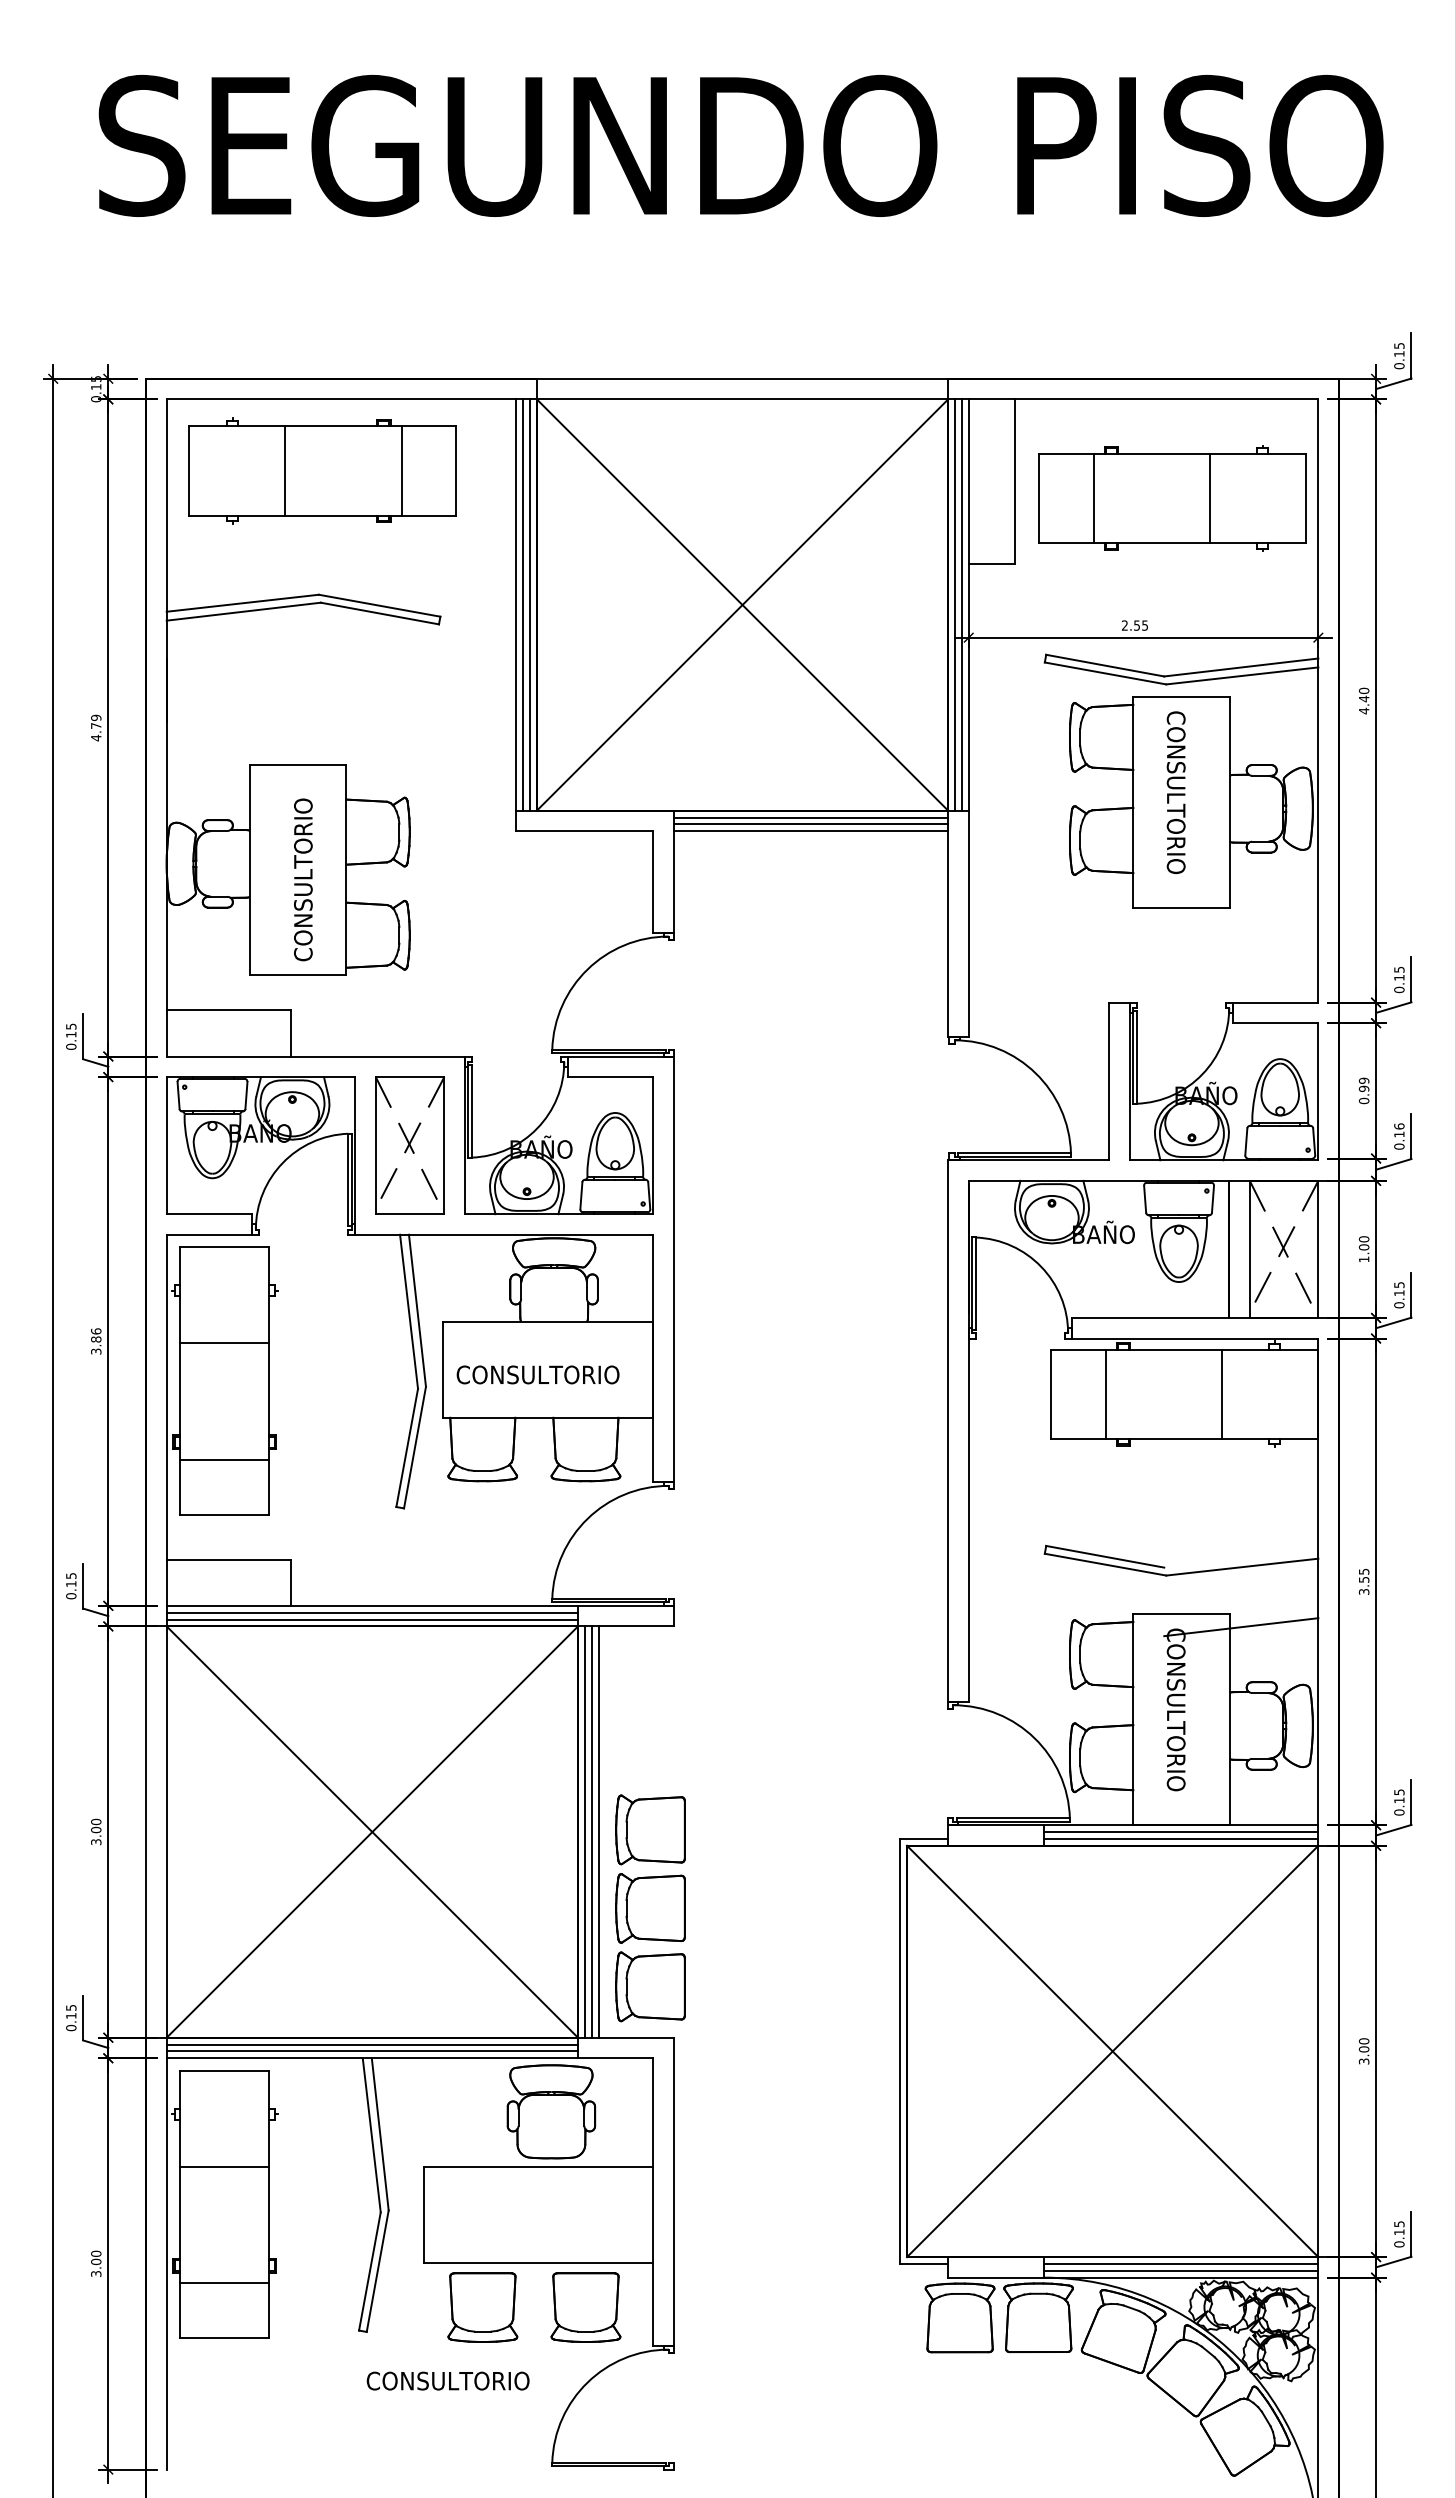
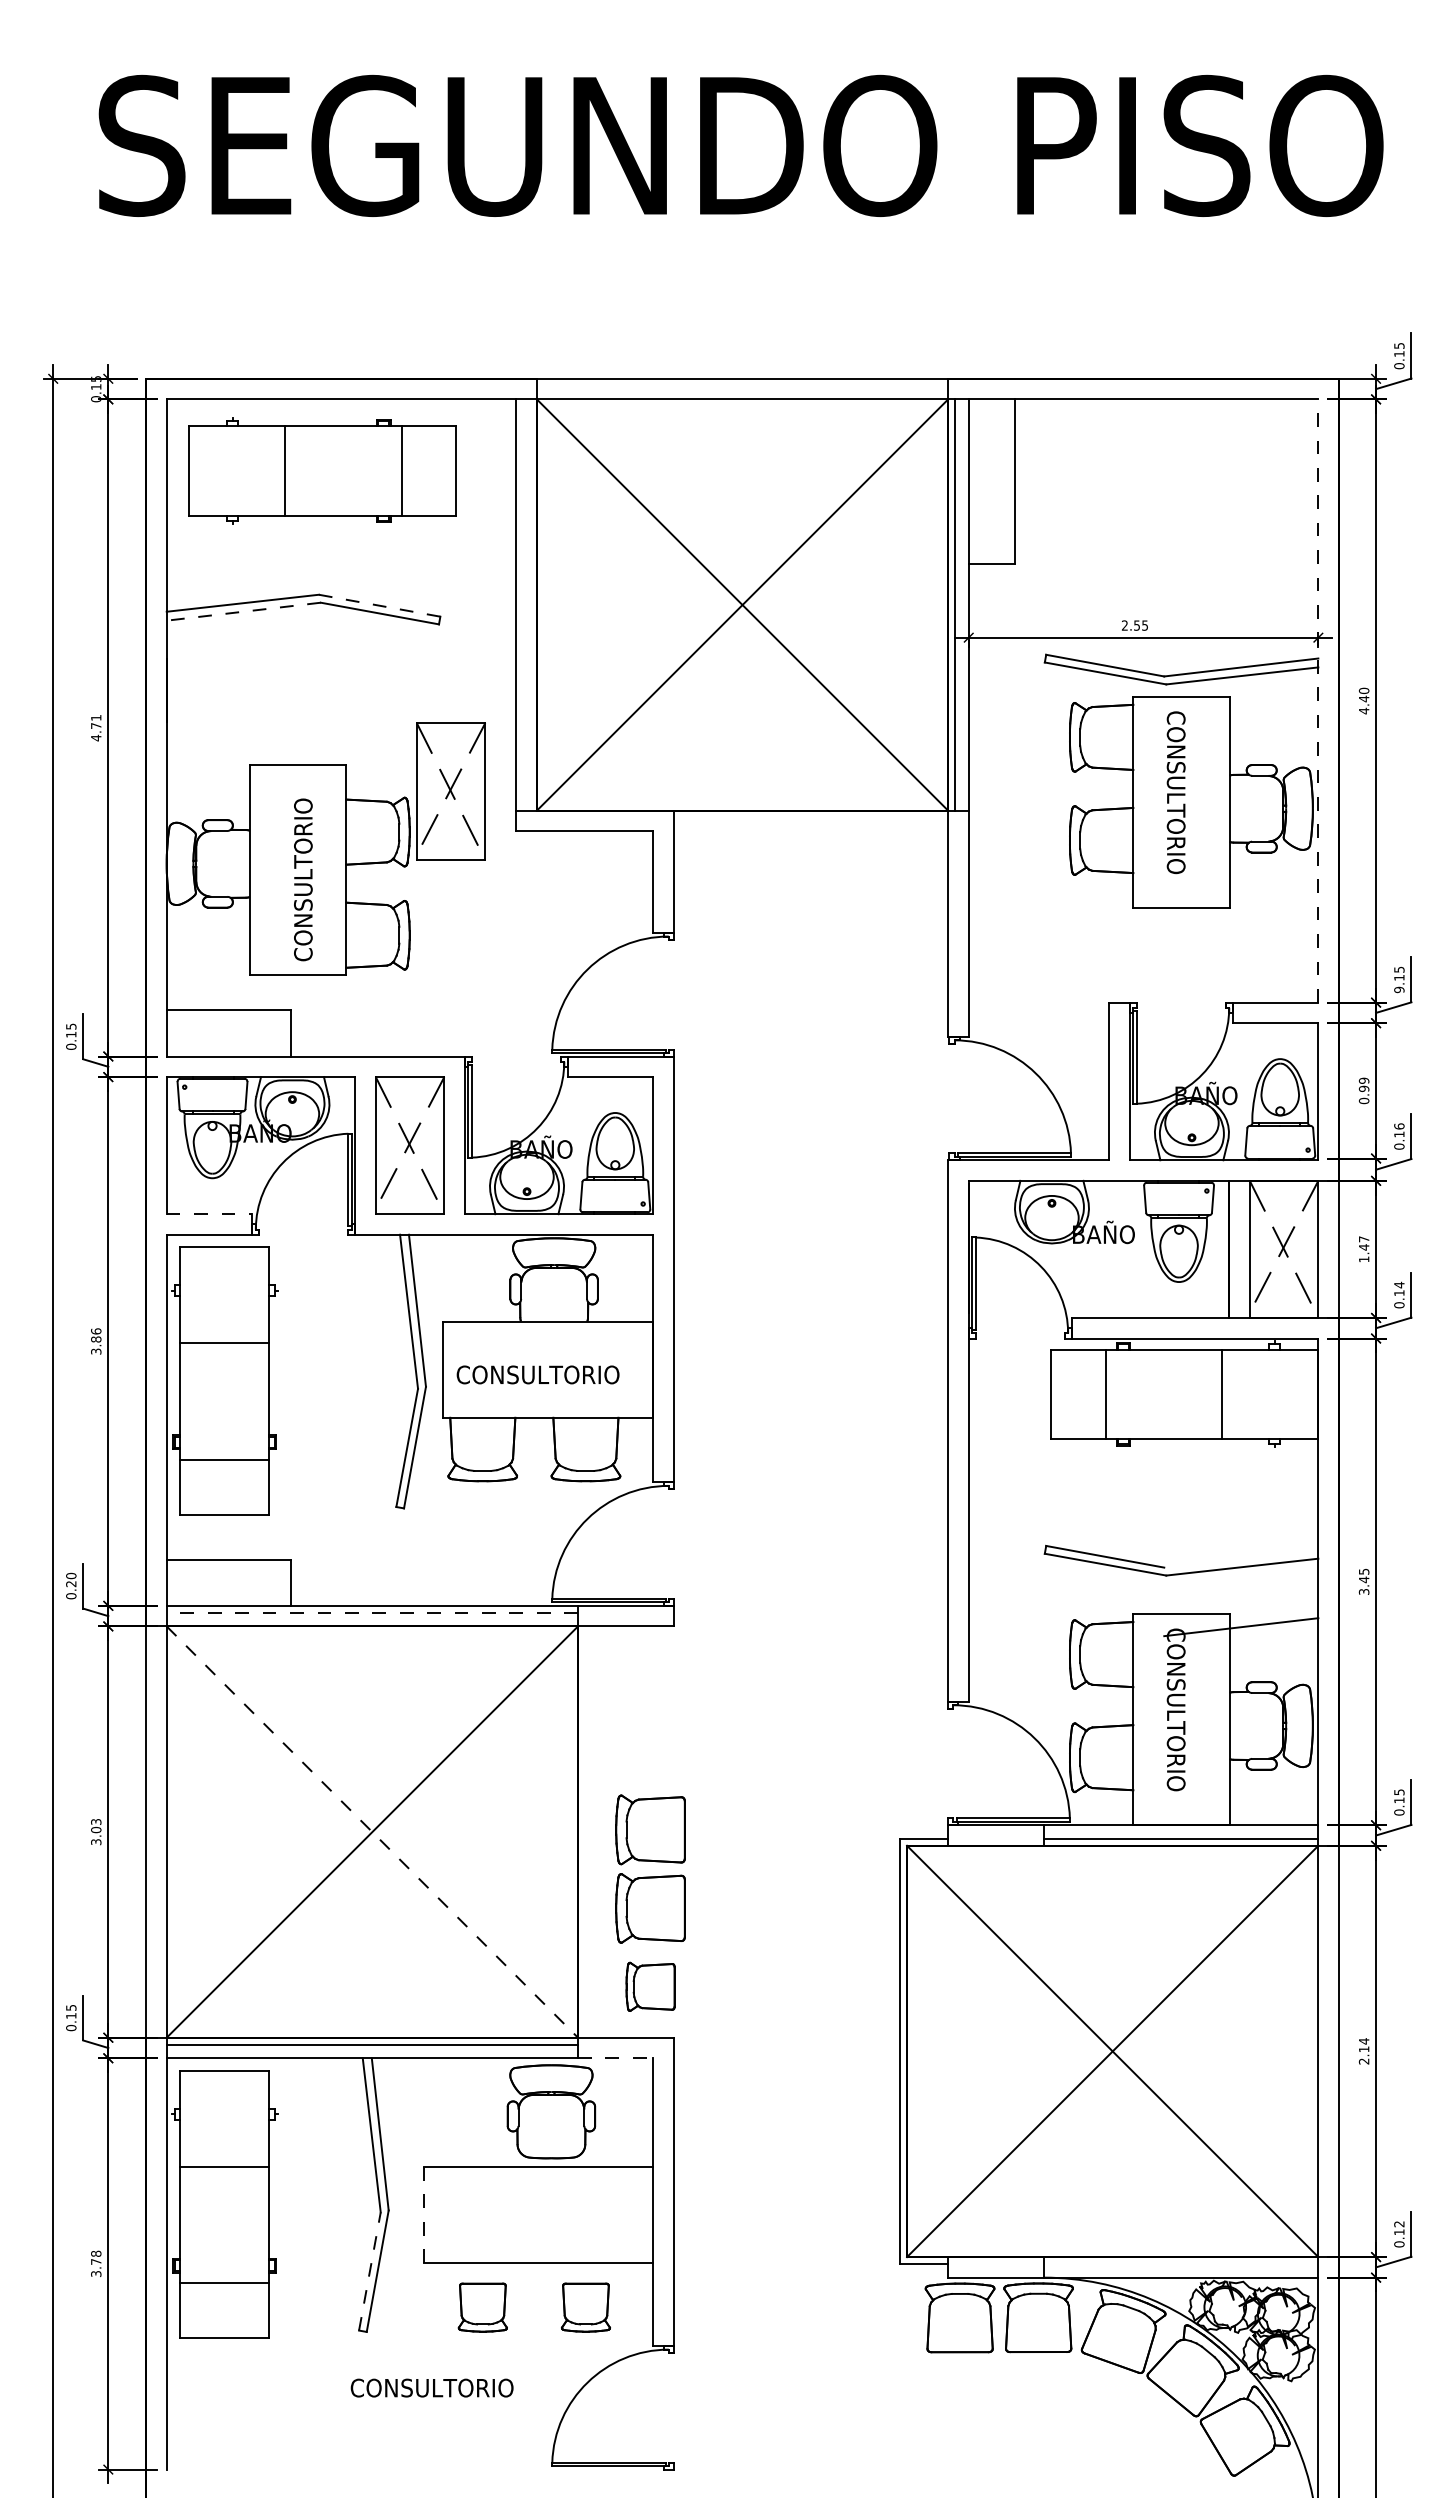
part at (1172, 498): present -> none
line at (523, 604): present -> none
line at (530, 604): present -> none
line at (961, 604): present -> none
line at (379, 605): solid -> dashed
line at (243, 611): solid -> dashed
line at (1318, 701): solid -> dashed
text at (96, 717): 4.79 -> 4.71
part at (450, 791): none -> present
line at (810, 817): present -> none
line at (810, 824): present -> none
line at (810, 831): present -> none
text at (1399, 990): 0.15 -> 9.15
line at (209, 1214): solid -> dashed
text at (1363, 1243): 1.00 -> 1.47
text at (1399, 1284): 0.15 -> 0.14
text at (71, 1579): 0.15 -> 0.20
text at (1364, 1579): 3.55 -> 3.45
line at (372, 1612): solid -> dashed
line at (372, 1619): present -> none
text at (96, 1821): 3.00 -> 3.03
line at (584, 1831): present -> none
line at (591, 1831): present -> none
line at (598, 1831): present -> none
line at (372, 1832): solid -> dashed
line at (1181, 1832): present -> none
part at (650, 1986) size: 71x72 px -> 51x51 px
line at (372, 2051): present -> none
text at (1363, 2051): 3.00 -> 2.14
line at (615, 2058): solid -> dashed
line at (424, 2214): solid -> dashed
text at (1399, 2224): 0.15 -> 0.12
text at (96, 2257): 3.00 -> 3.78
line at (1181, 2263): present -> none
line at (370, 2270): solid -> dashed
line at (1181, 2270): present -> none
part at (482, 2307) size: 72x71 px -> 51x51 px
part at (585, 2307) size: 72x71 px -> 51x51 px
text at (447, 2380) position: (447, 2380) -> (431, 2387)
